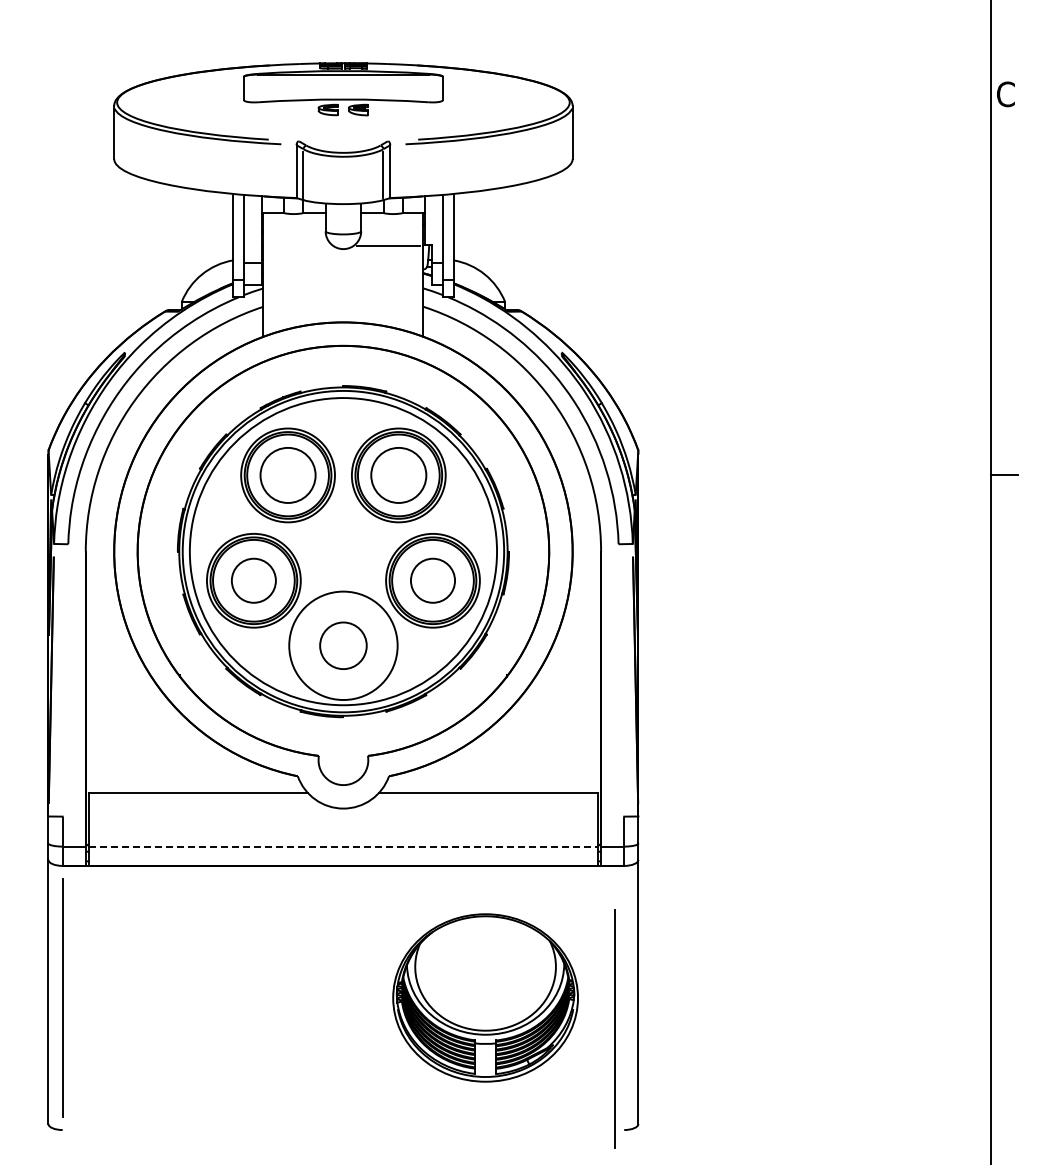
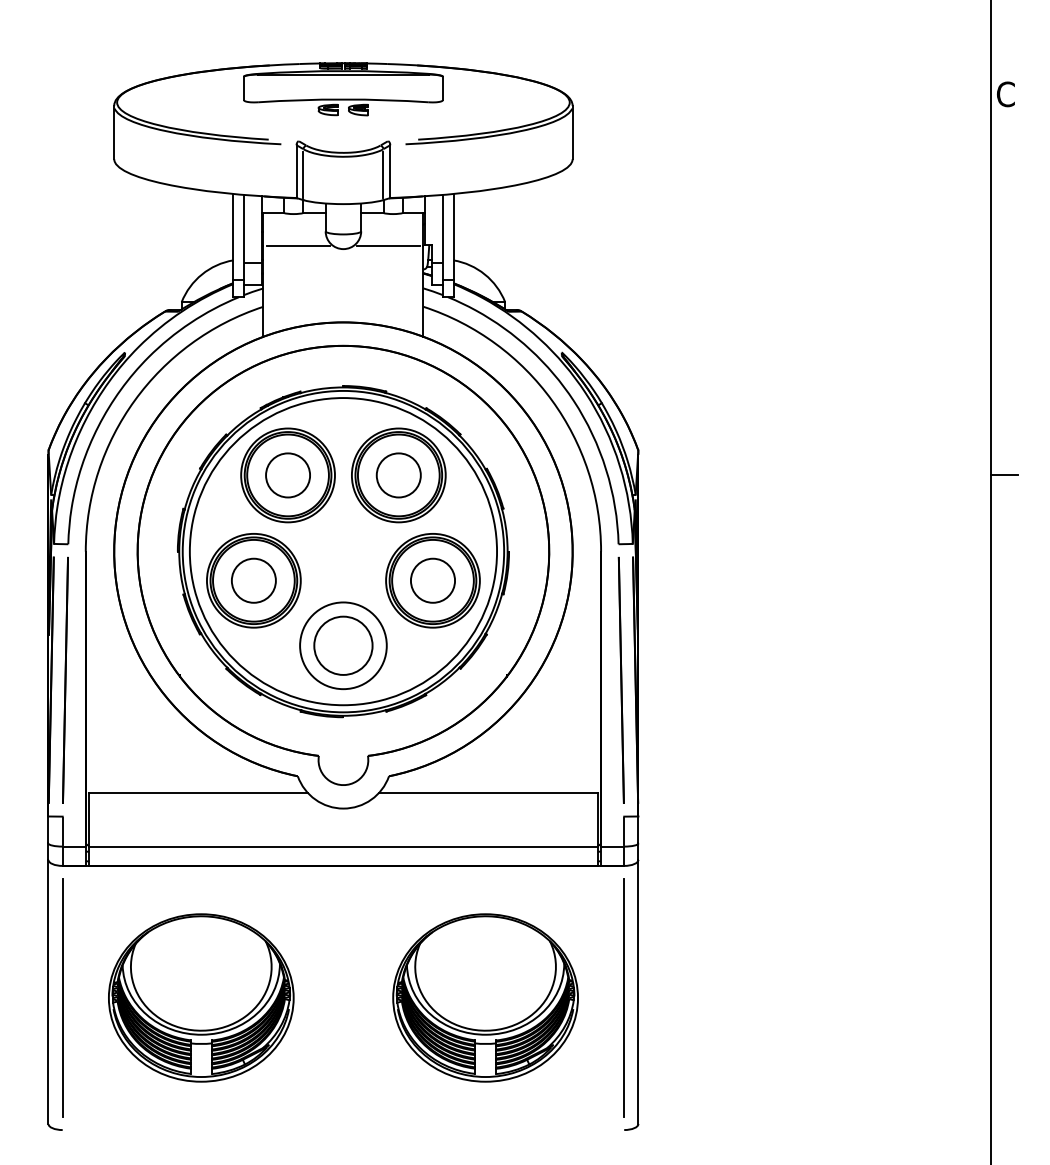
line at (297, 246): none -> present
circle at (287, 474) diameter: 55 px -> 44 px
circle at (398, 474) diameter: 55 px -> 44 px
circle at (343, 645) diameter: 108 px -> 87 px
circle at (343, 645) diameter: 47 px -> 58 px
line at (65, 679): none -> present
line at (620, 679): none -> present
line at (343, 846): dashed -> solid
part at (201, 997): none -> present
line at (614, 1028) position: (614, 1028) -> (623, 997)
